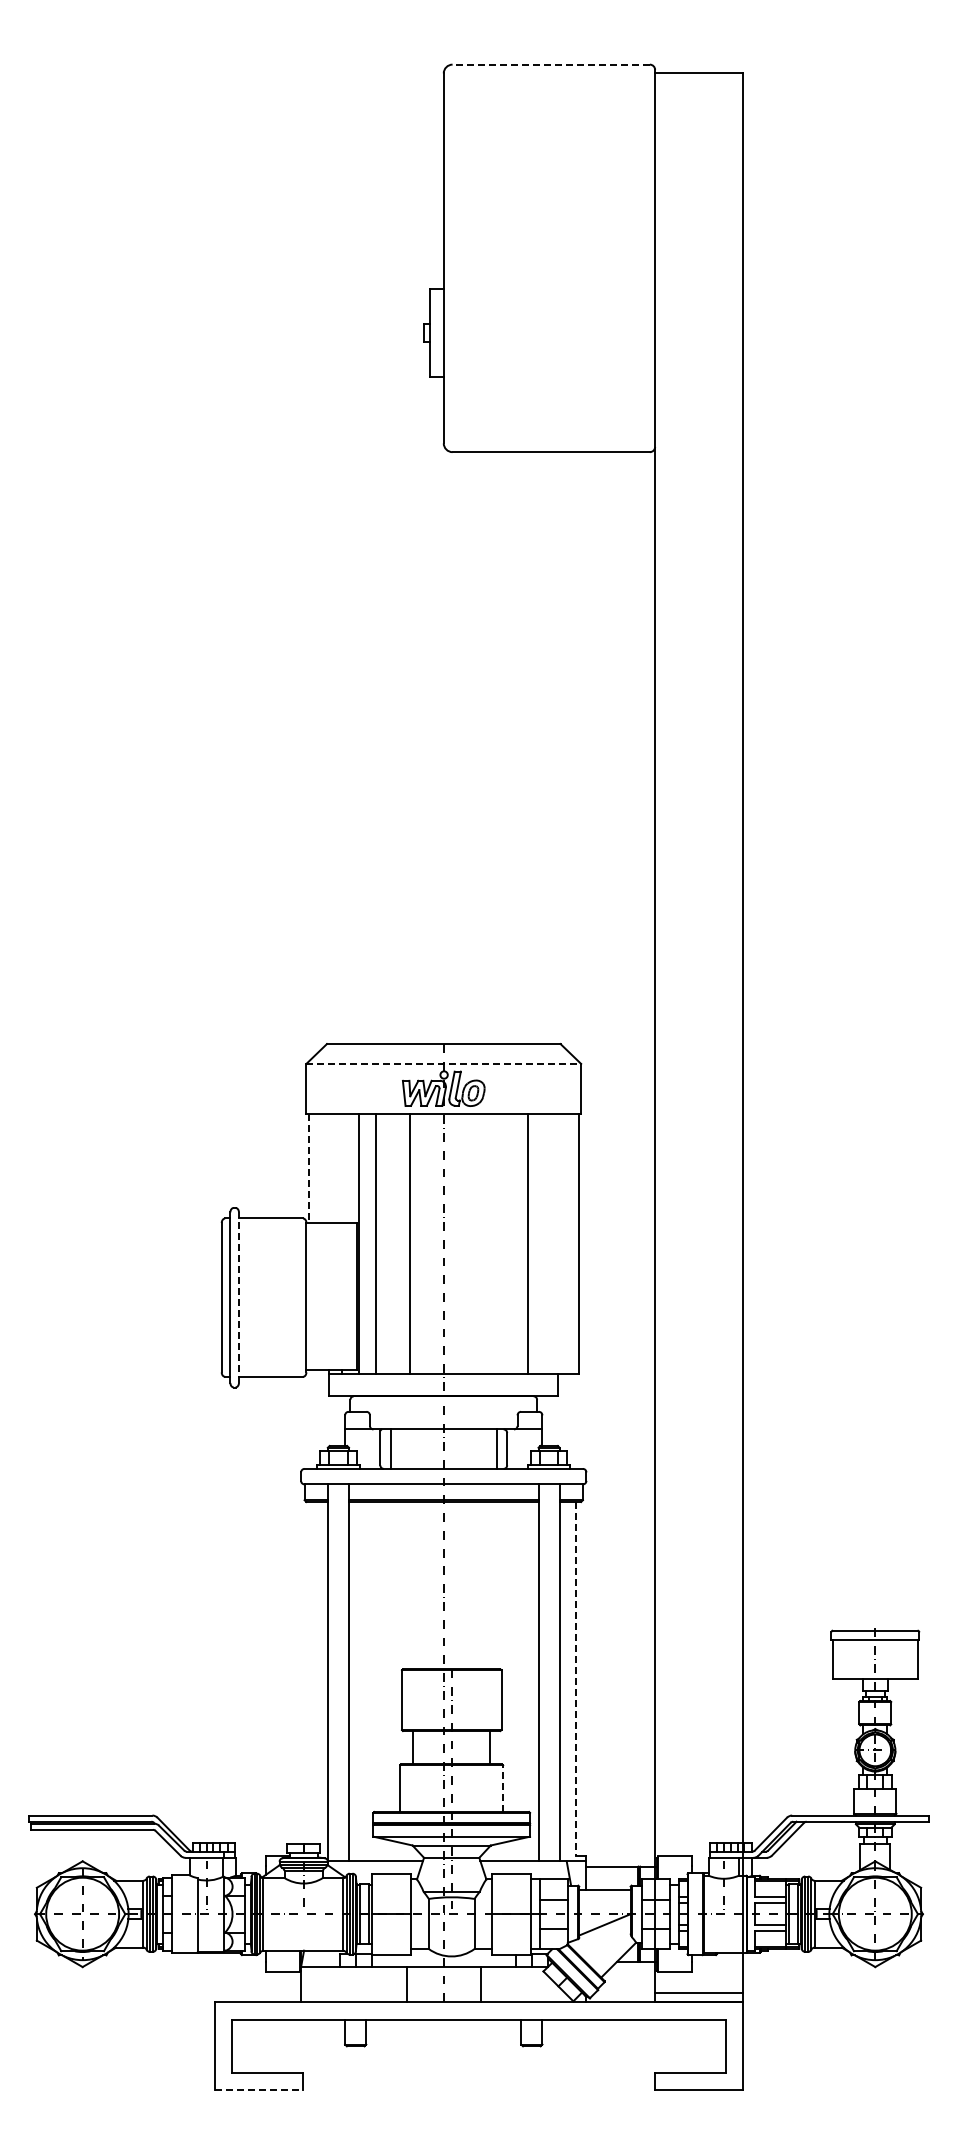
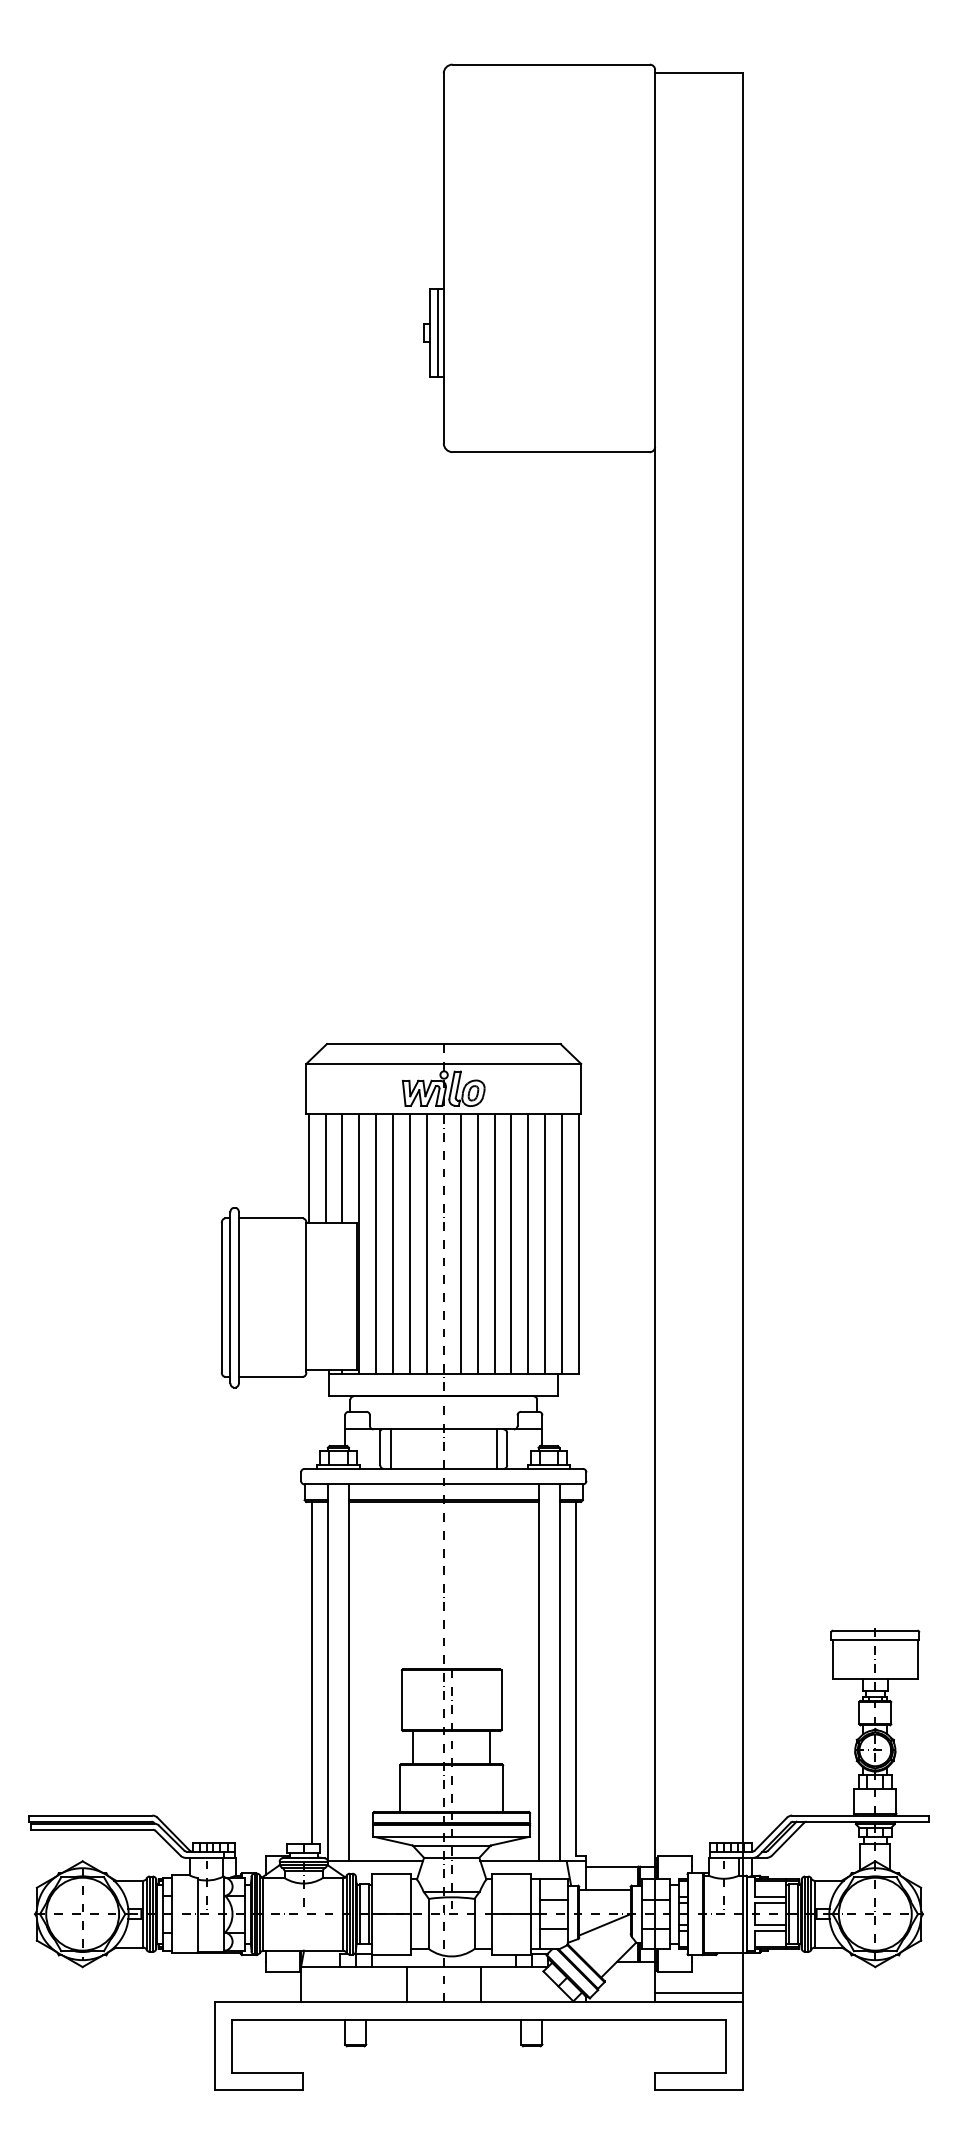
line at (551, 64): dashed -> solid
line at (438, 333): none -> present
line at (444, 1063): dashed -> solid
line at (325, 1168): none -> present
line at (342, 1168): none -> present
line at (308, 1169): dashed -> solid
line at (393, 1244): none -> present
line at (426, 1244): none -> present
line at (460, 1244): none -> present
line at (477, 1244): none -> present
line at (494, 1244): none -> present
line at (511, 1244): none -> present
line at (545, 1244): none -> present
line at (561, 1244): none -> present
line at (238, 1297): dashed -> solid
line at (311, 1673): none -> present
line at (575, 1679): dashed -> solid
line at (503, 1788): dashed -> solid
line at (259, 2090): dashed -> solid
